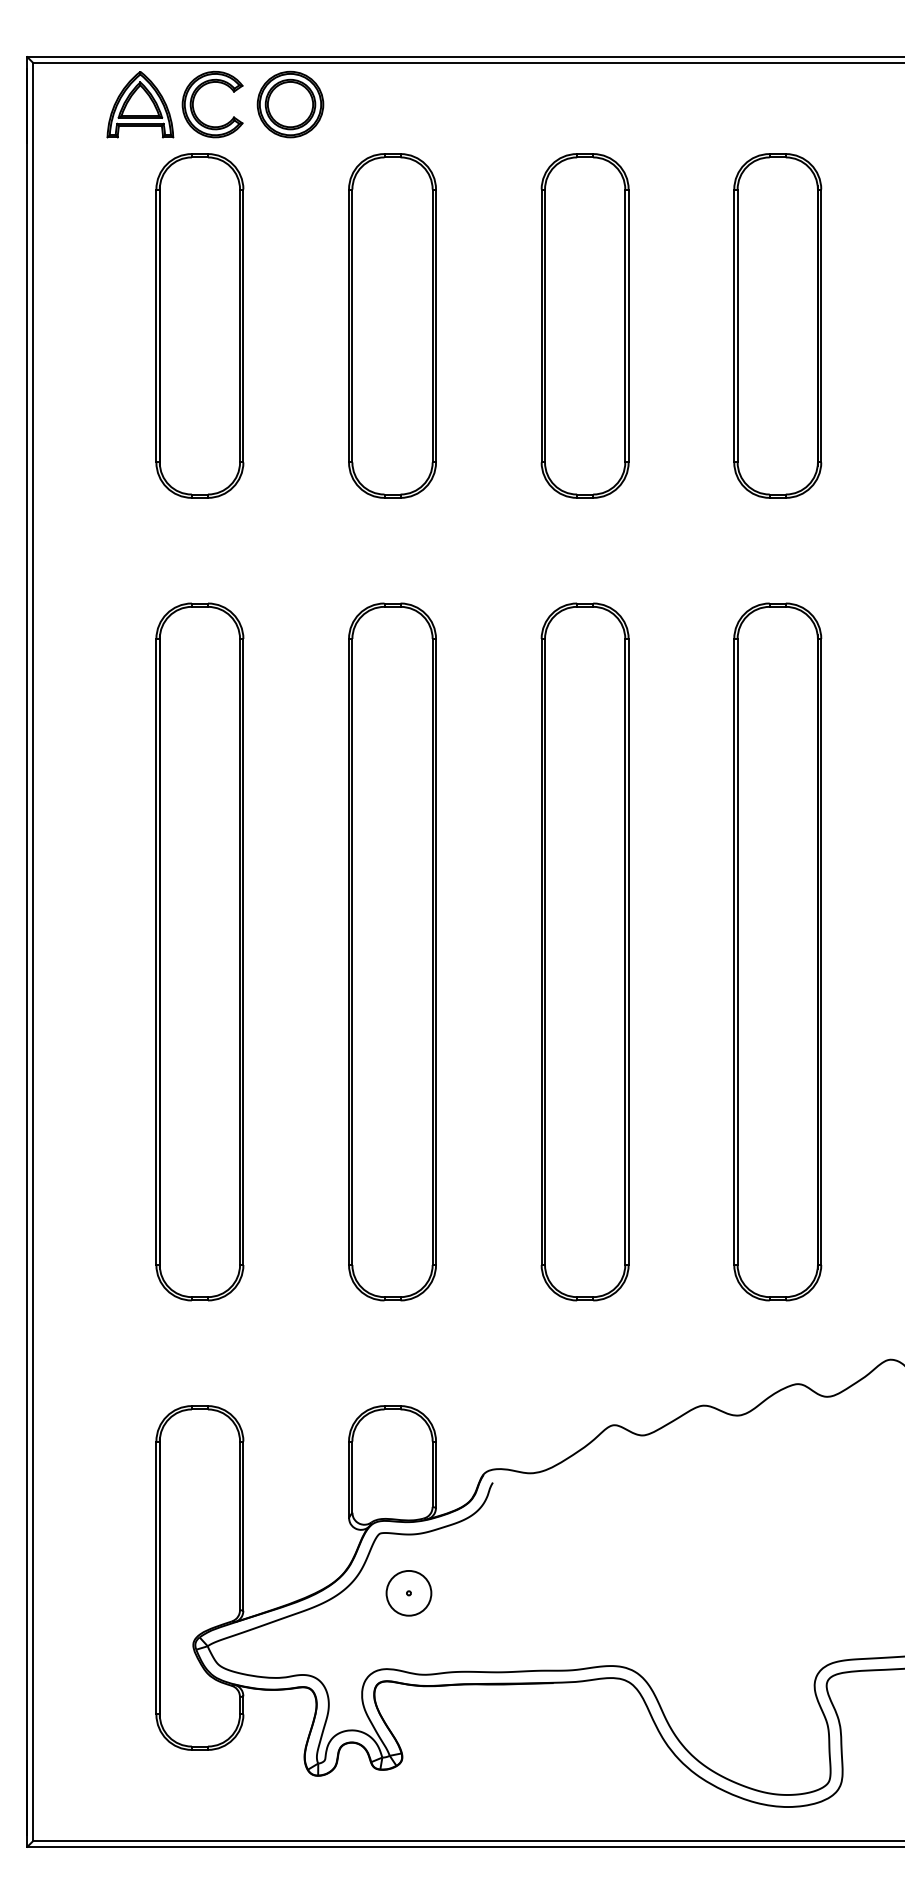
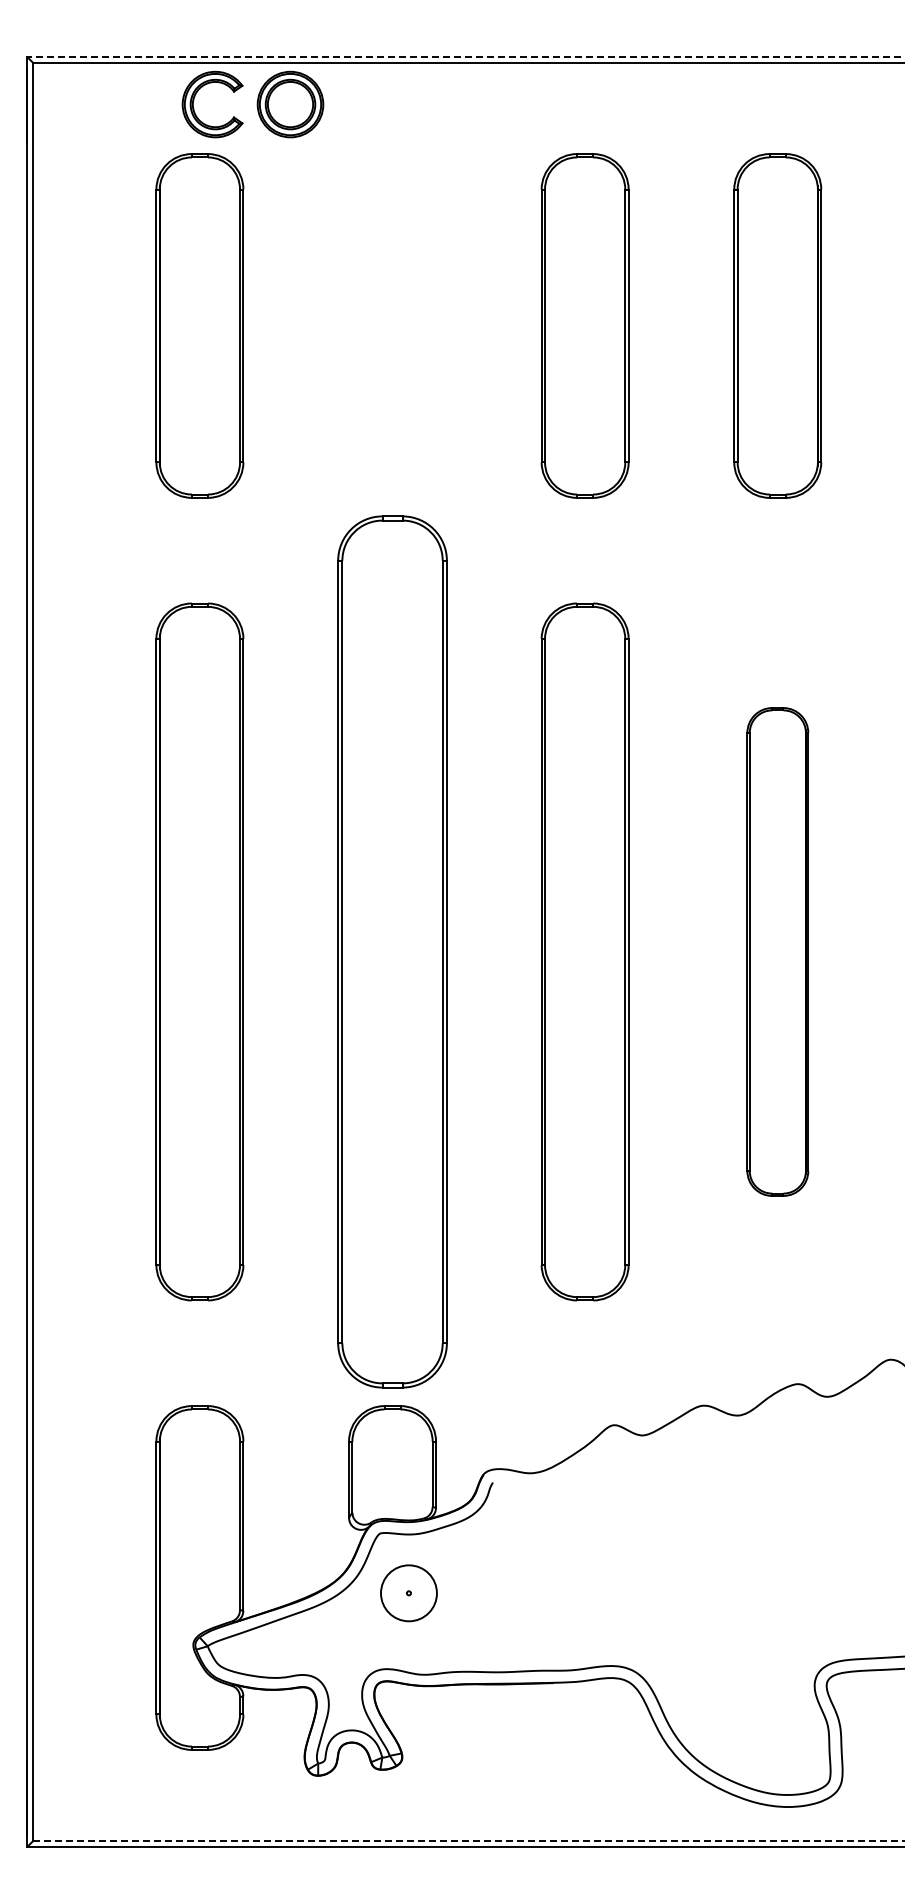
line at (466, 57): solid -> dashed
part at (140, 104): present -> none
part at (392, 325): present -> none
part at (392, 951) size: 89x700 px -> 111x874 px
part at (777, 951) size: 90x700 px -> 64x490 px
circle at (408, 1592) diameter: 45 px -> 56 px
line at (468, 1841): solid -> dashed
